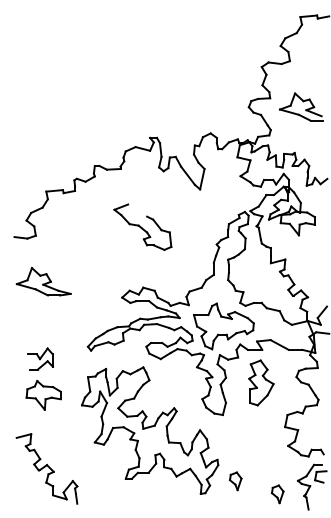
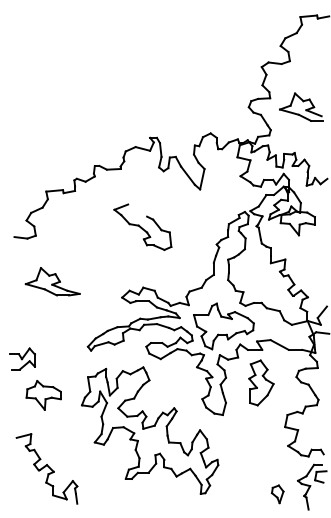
part at (43, 281) position: (43, 281) -> (52, 281)
part at (40, 358) position: (40, 358) -> (22, 358)
part at (235, 481): present -> none
